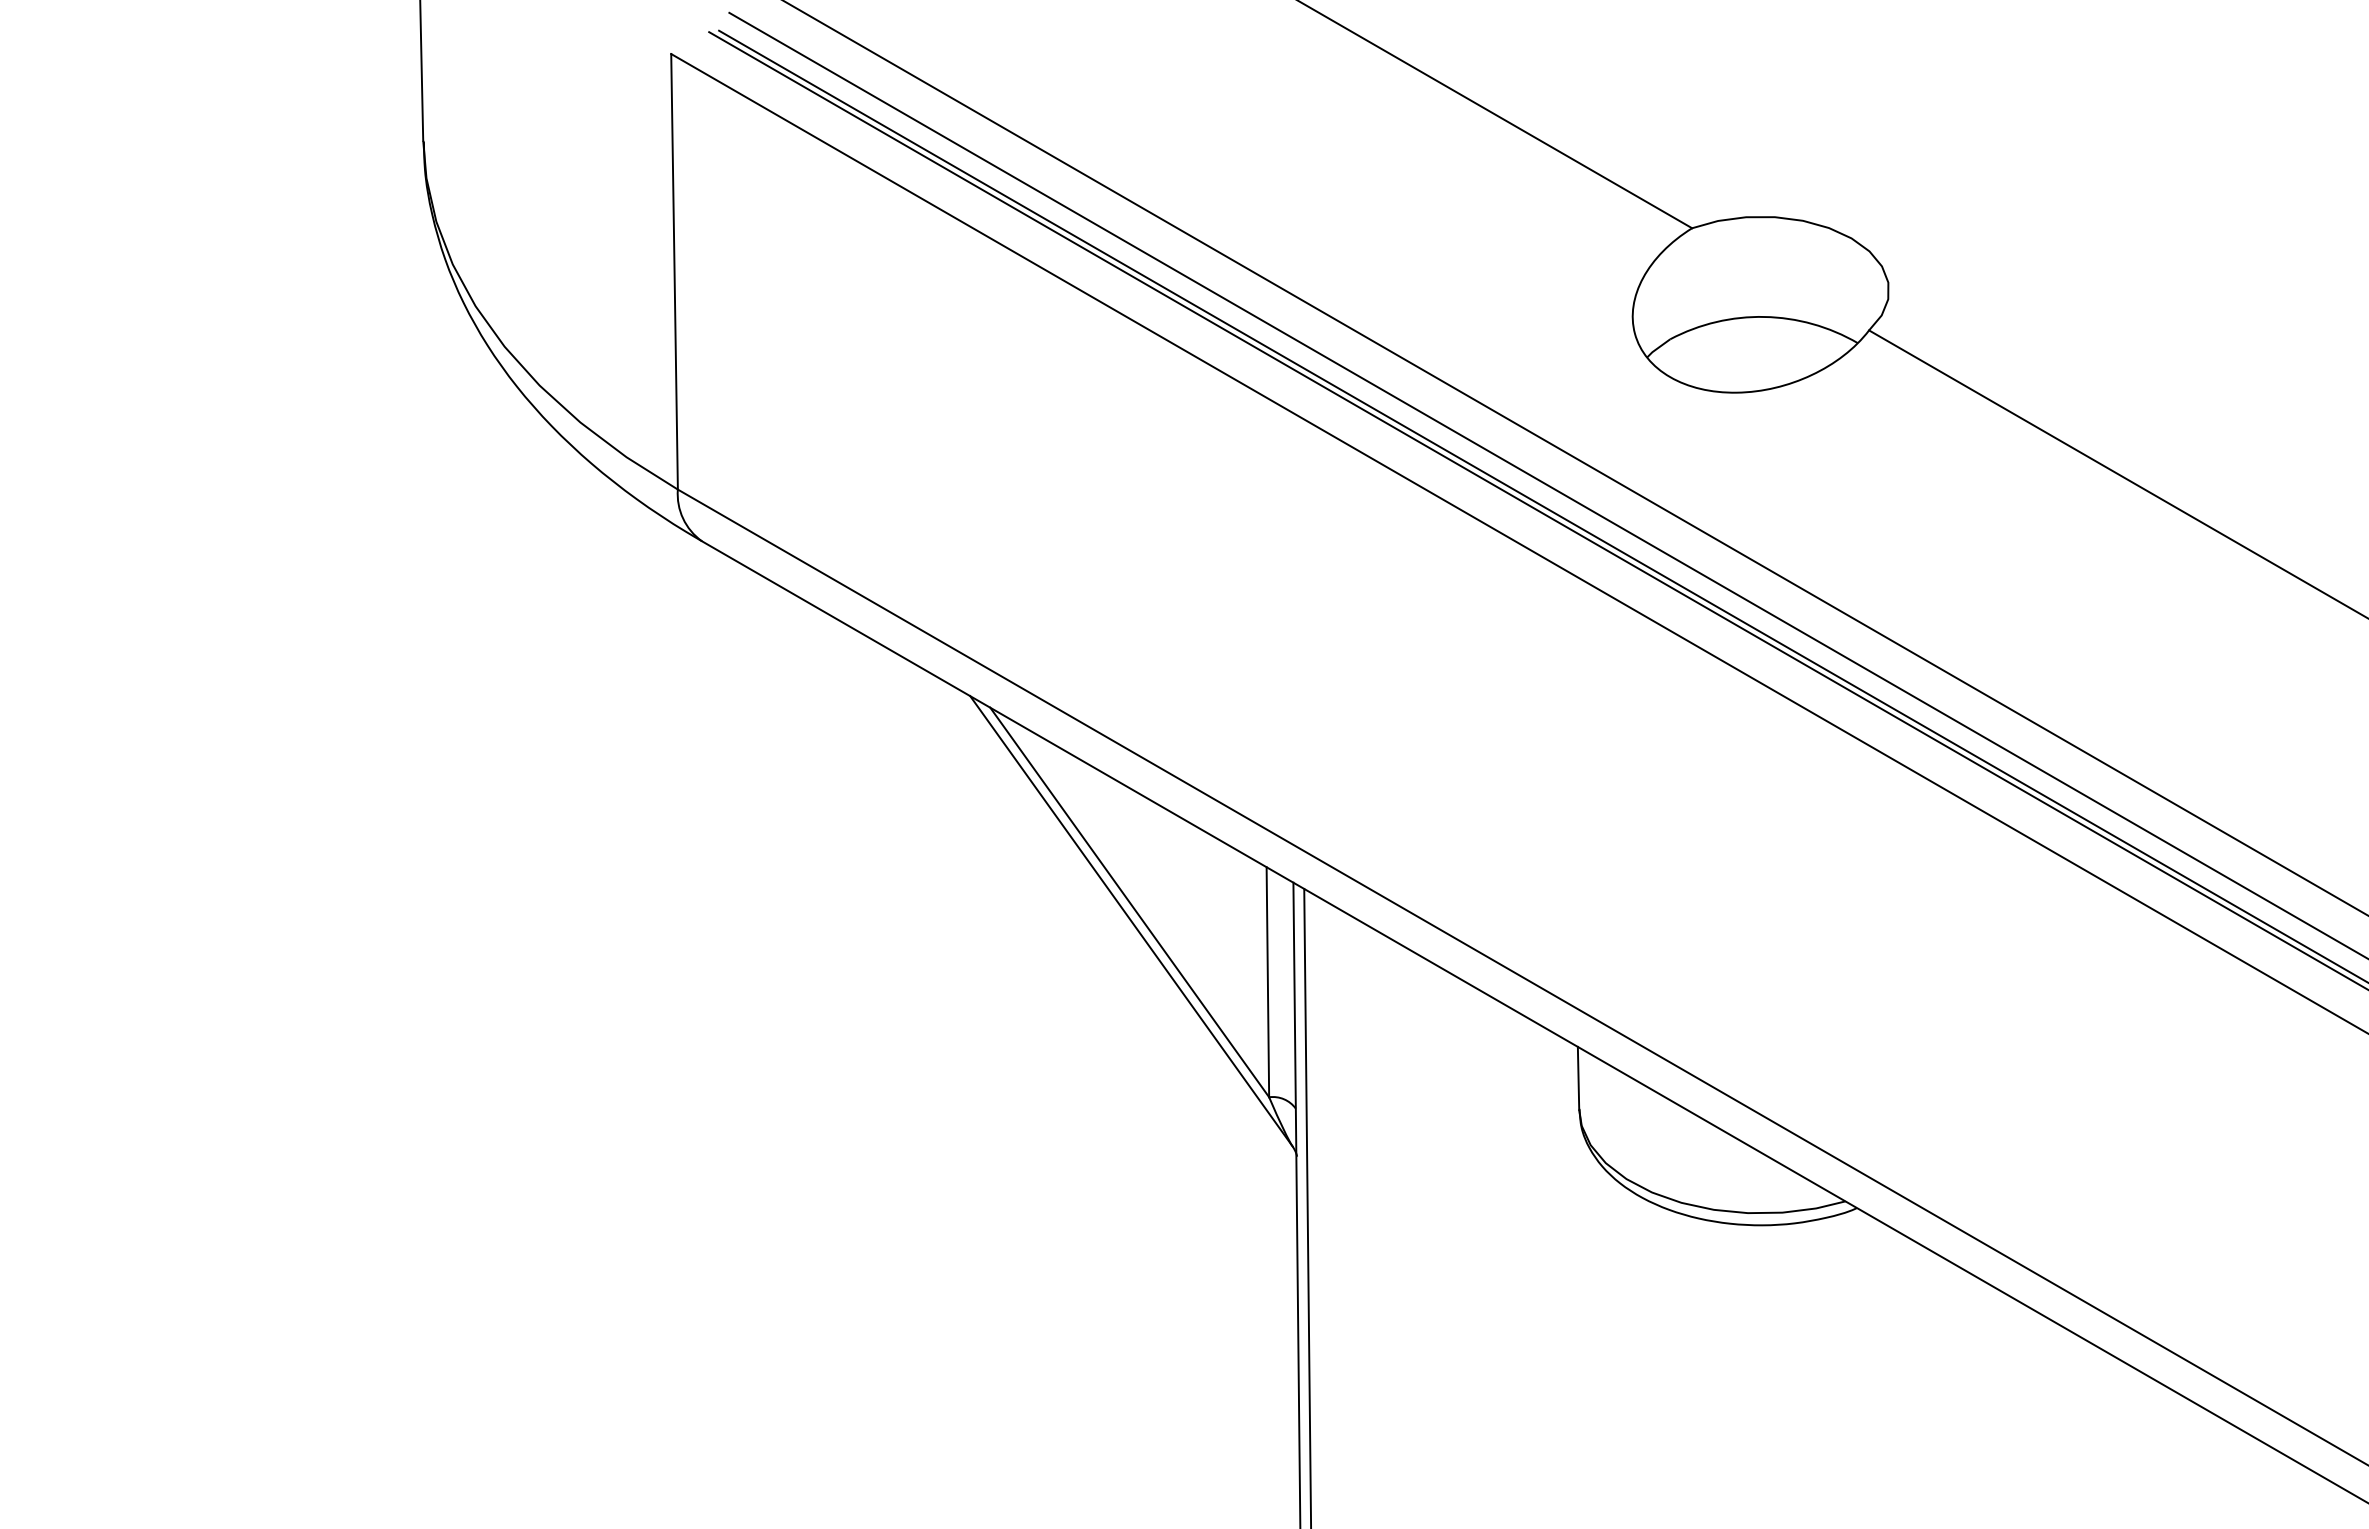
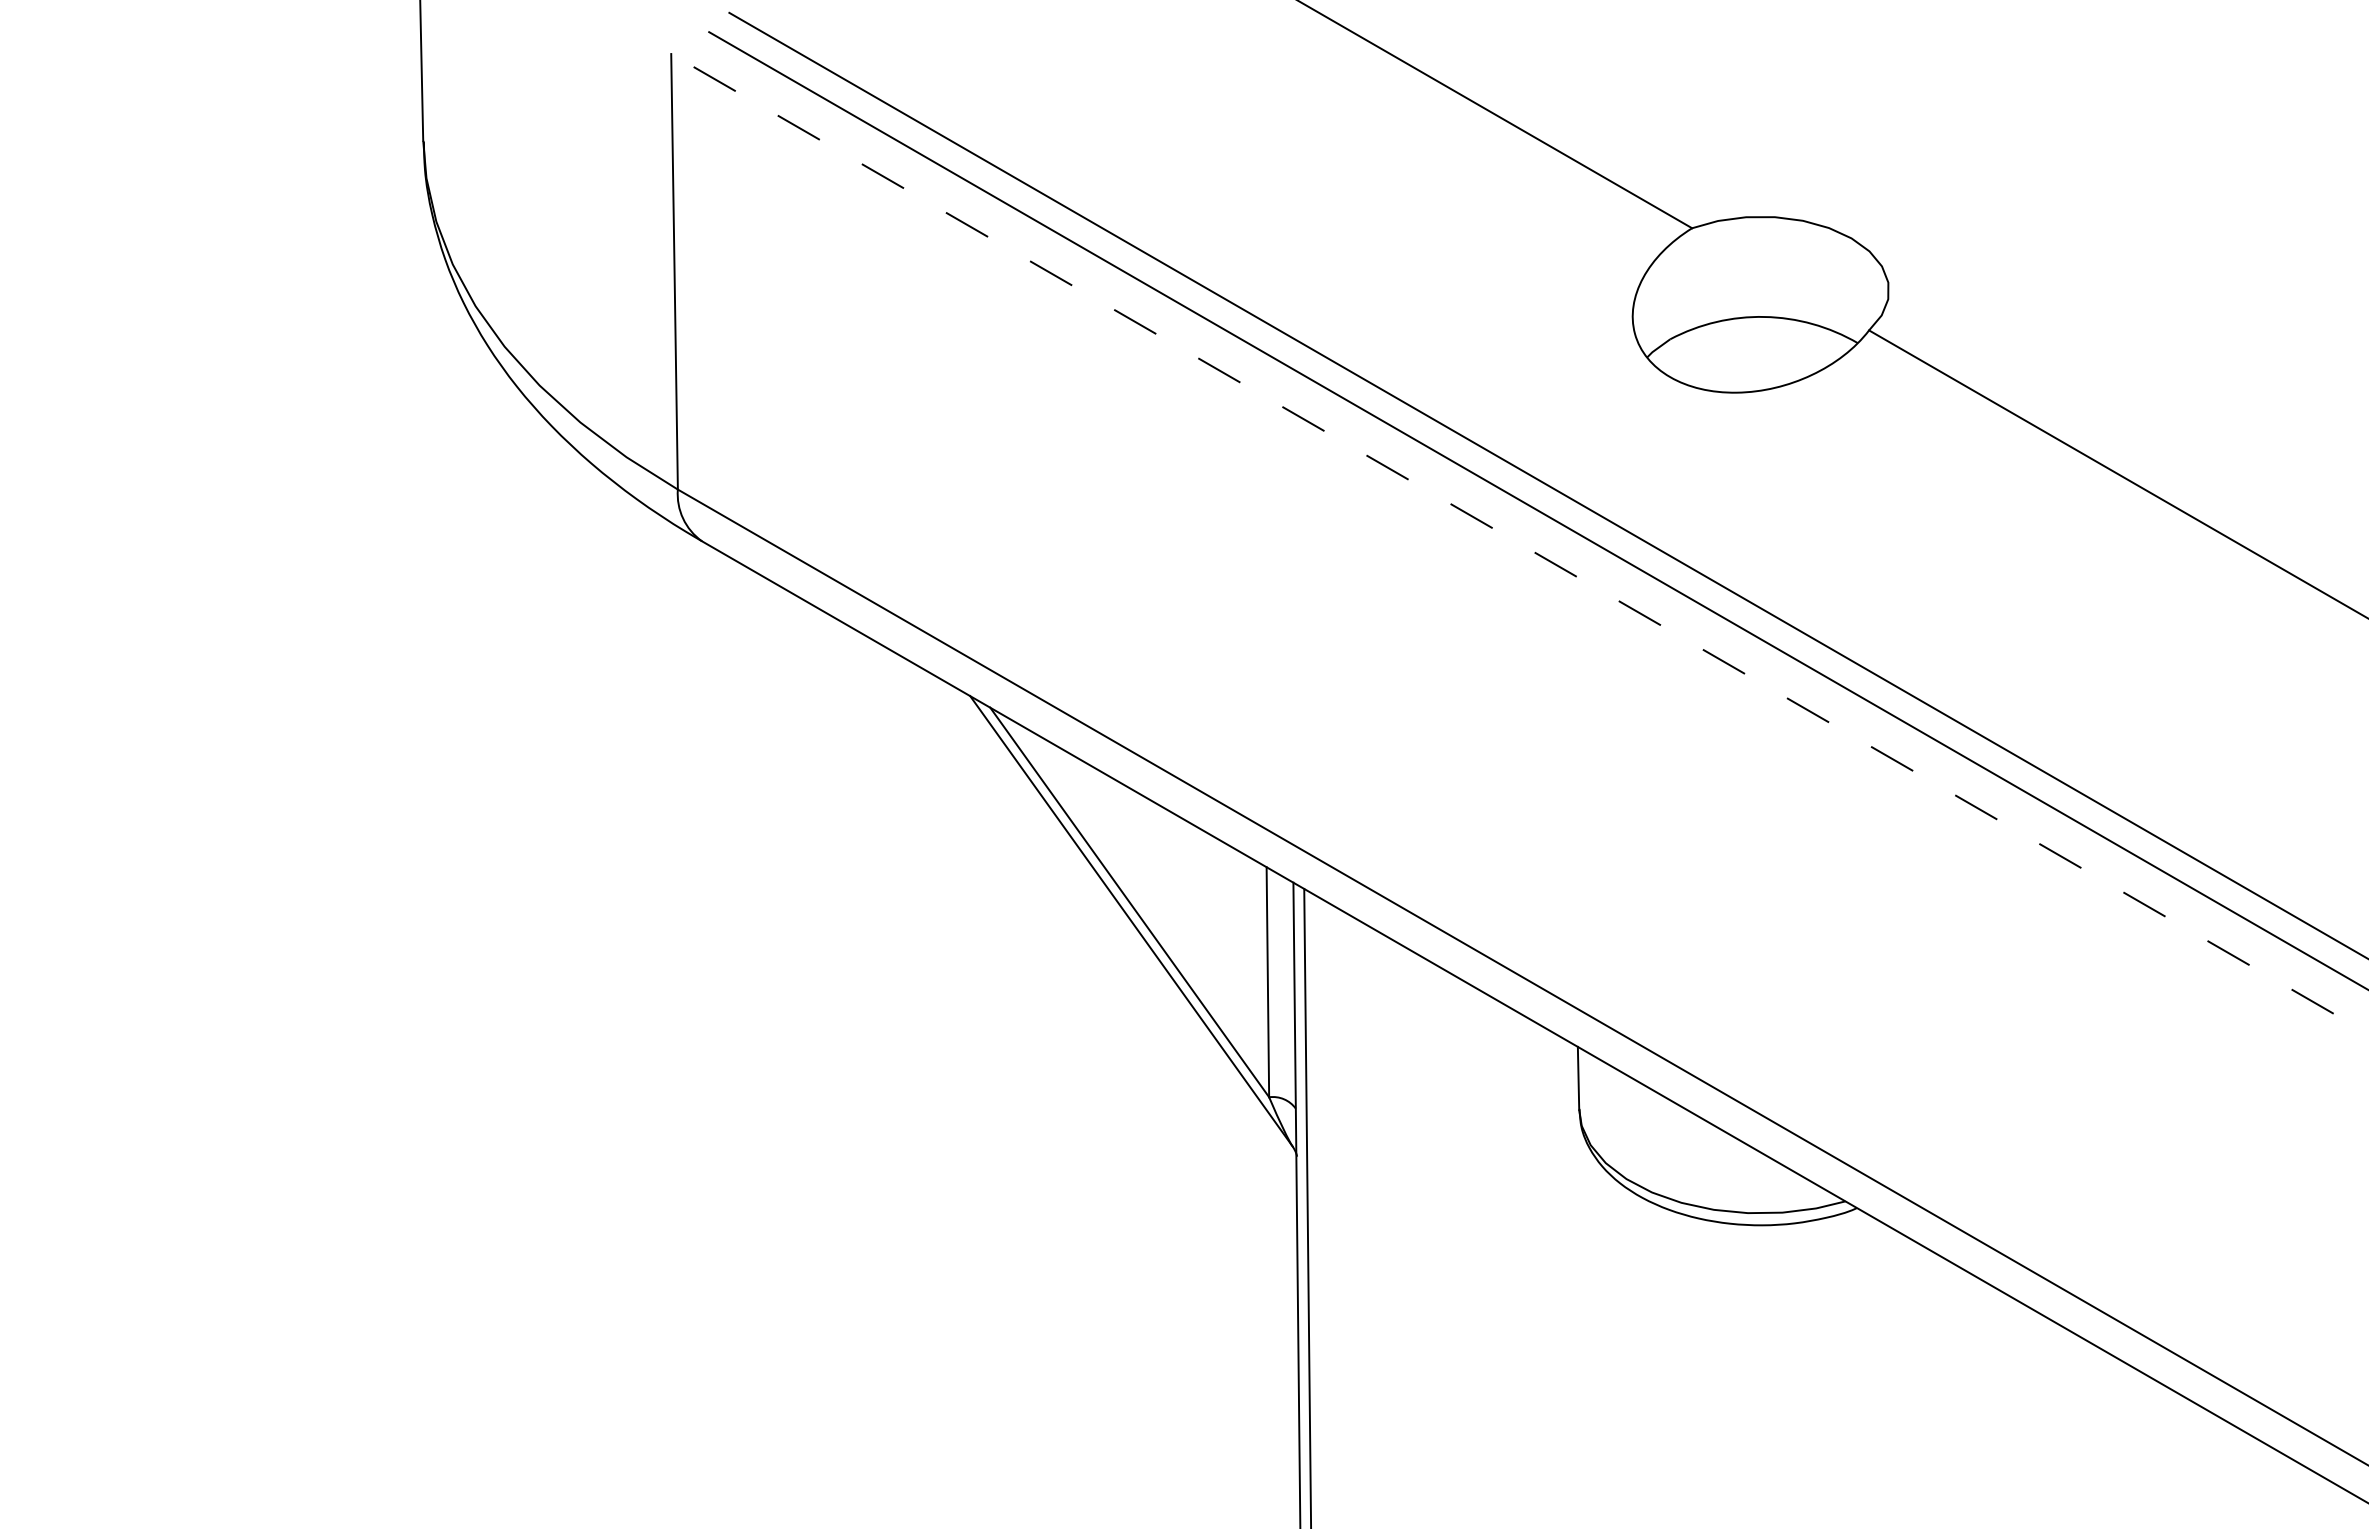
line at (1575, 458): present -> none
line at (1542, 505): present -> none
line at (1519, 543): solid -> dashed
